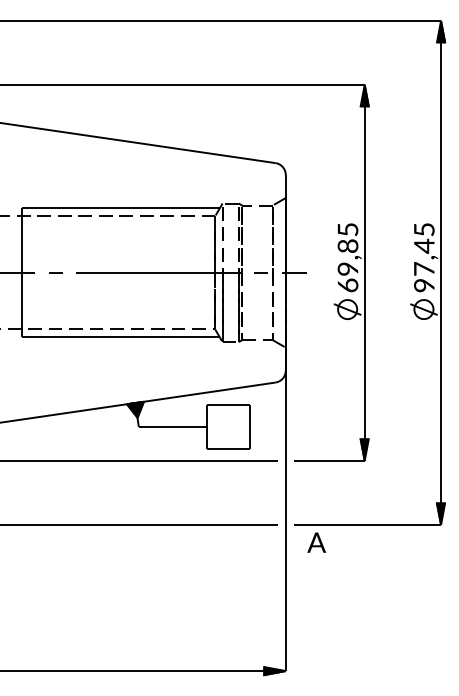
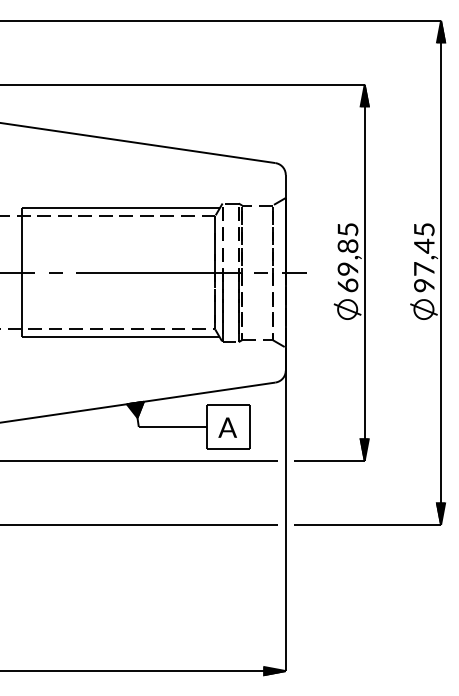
text at (316, 542) position: (316, 542) -> (227, 427)
